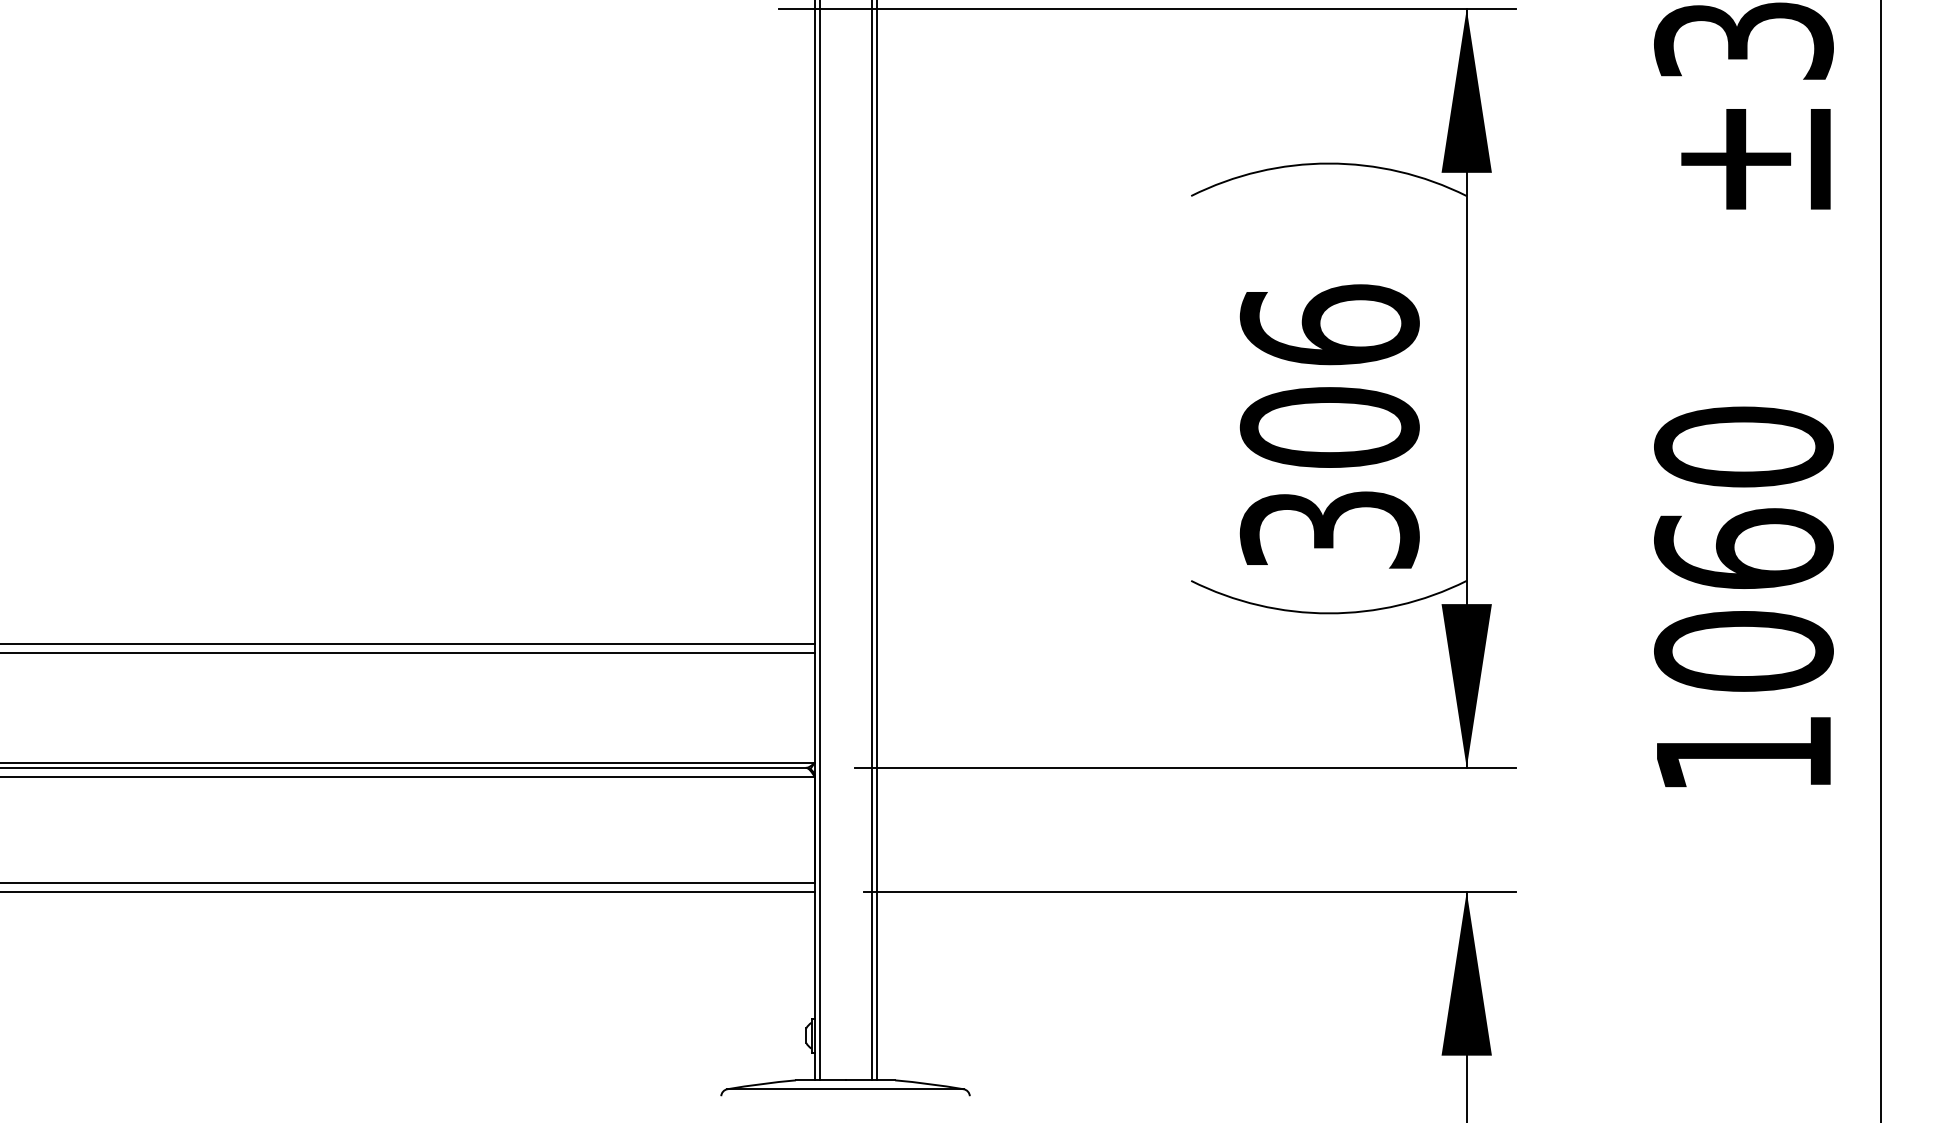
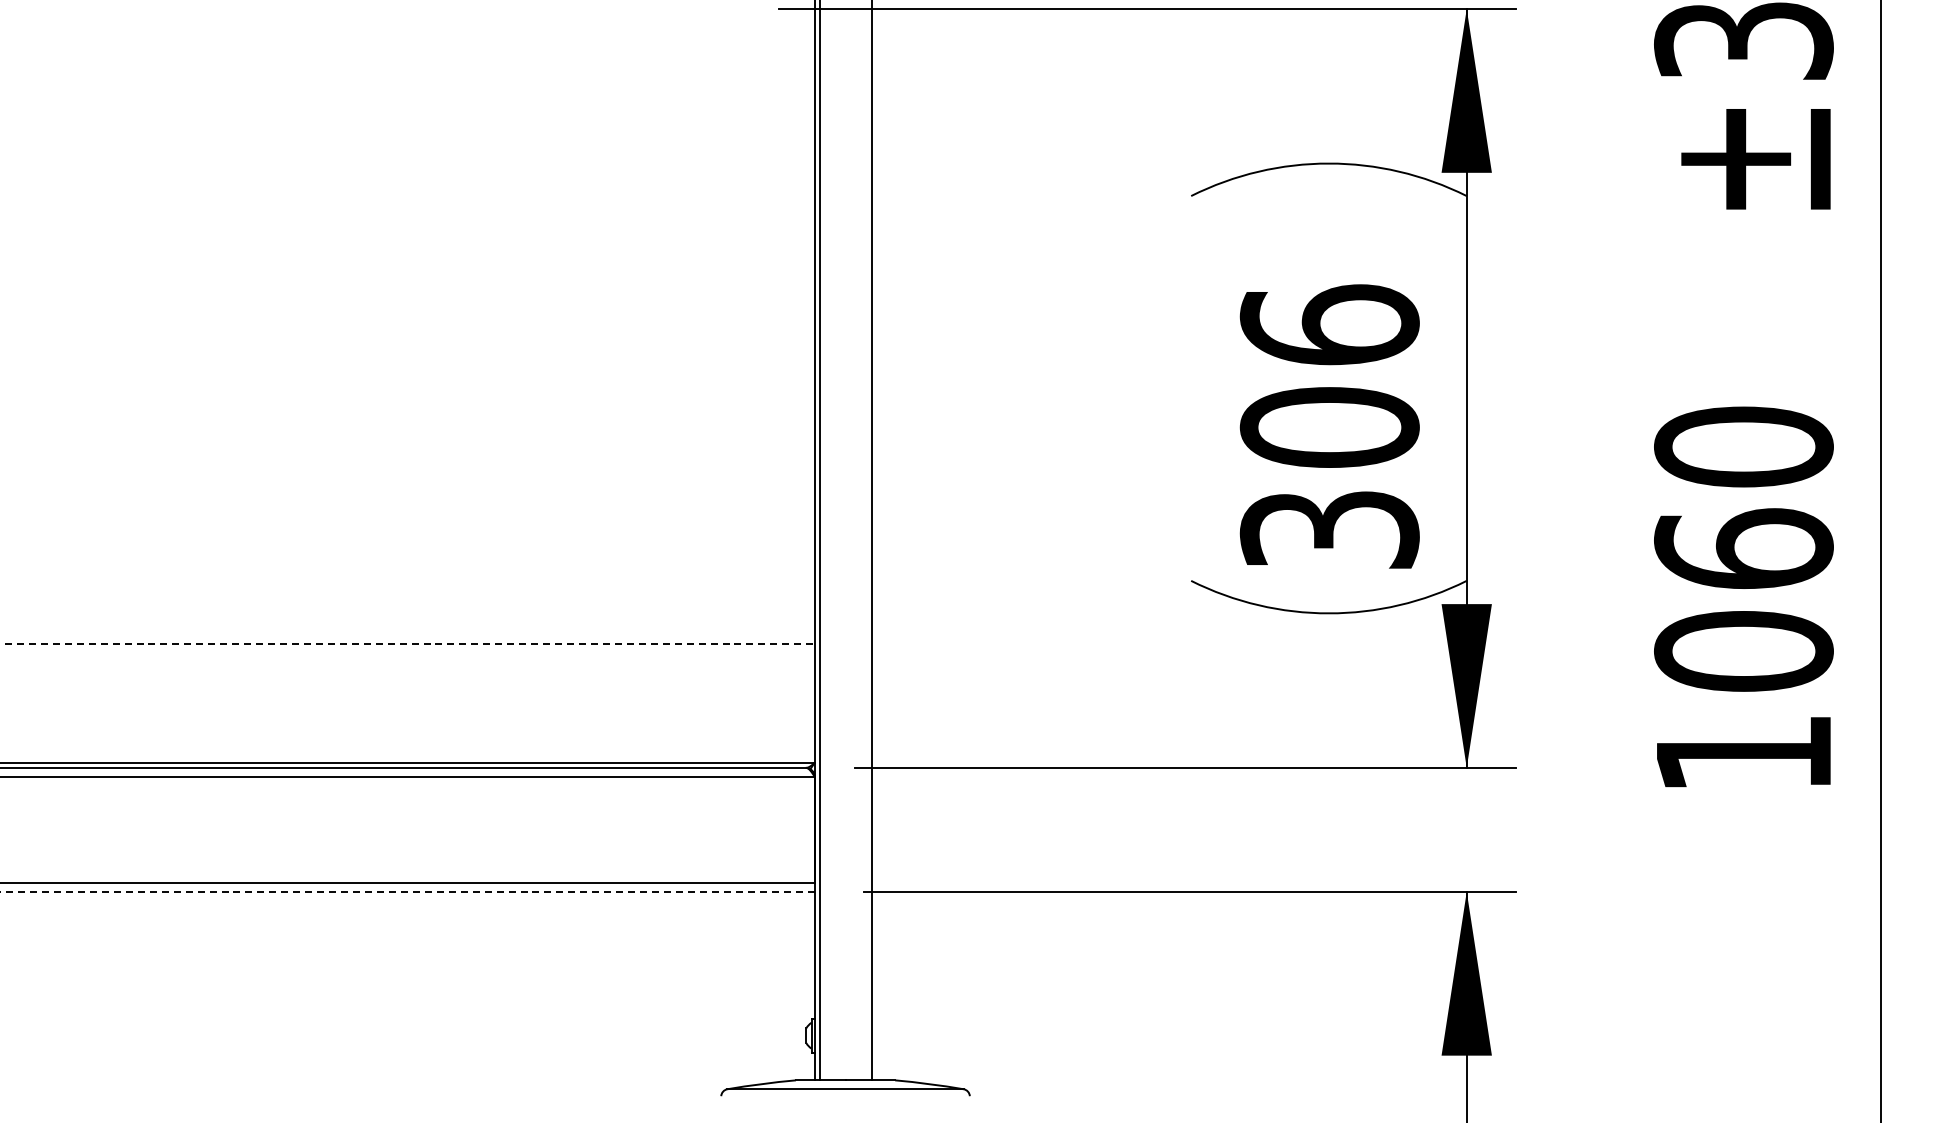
line at (876, 541): present -> none
line at (407, 643): solid -> dashed
line at (408, 652): present -> none
line at (407, 891): solid -> dashed
